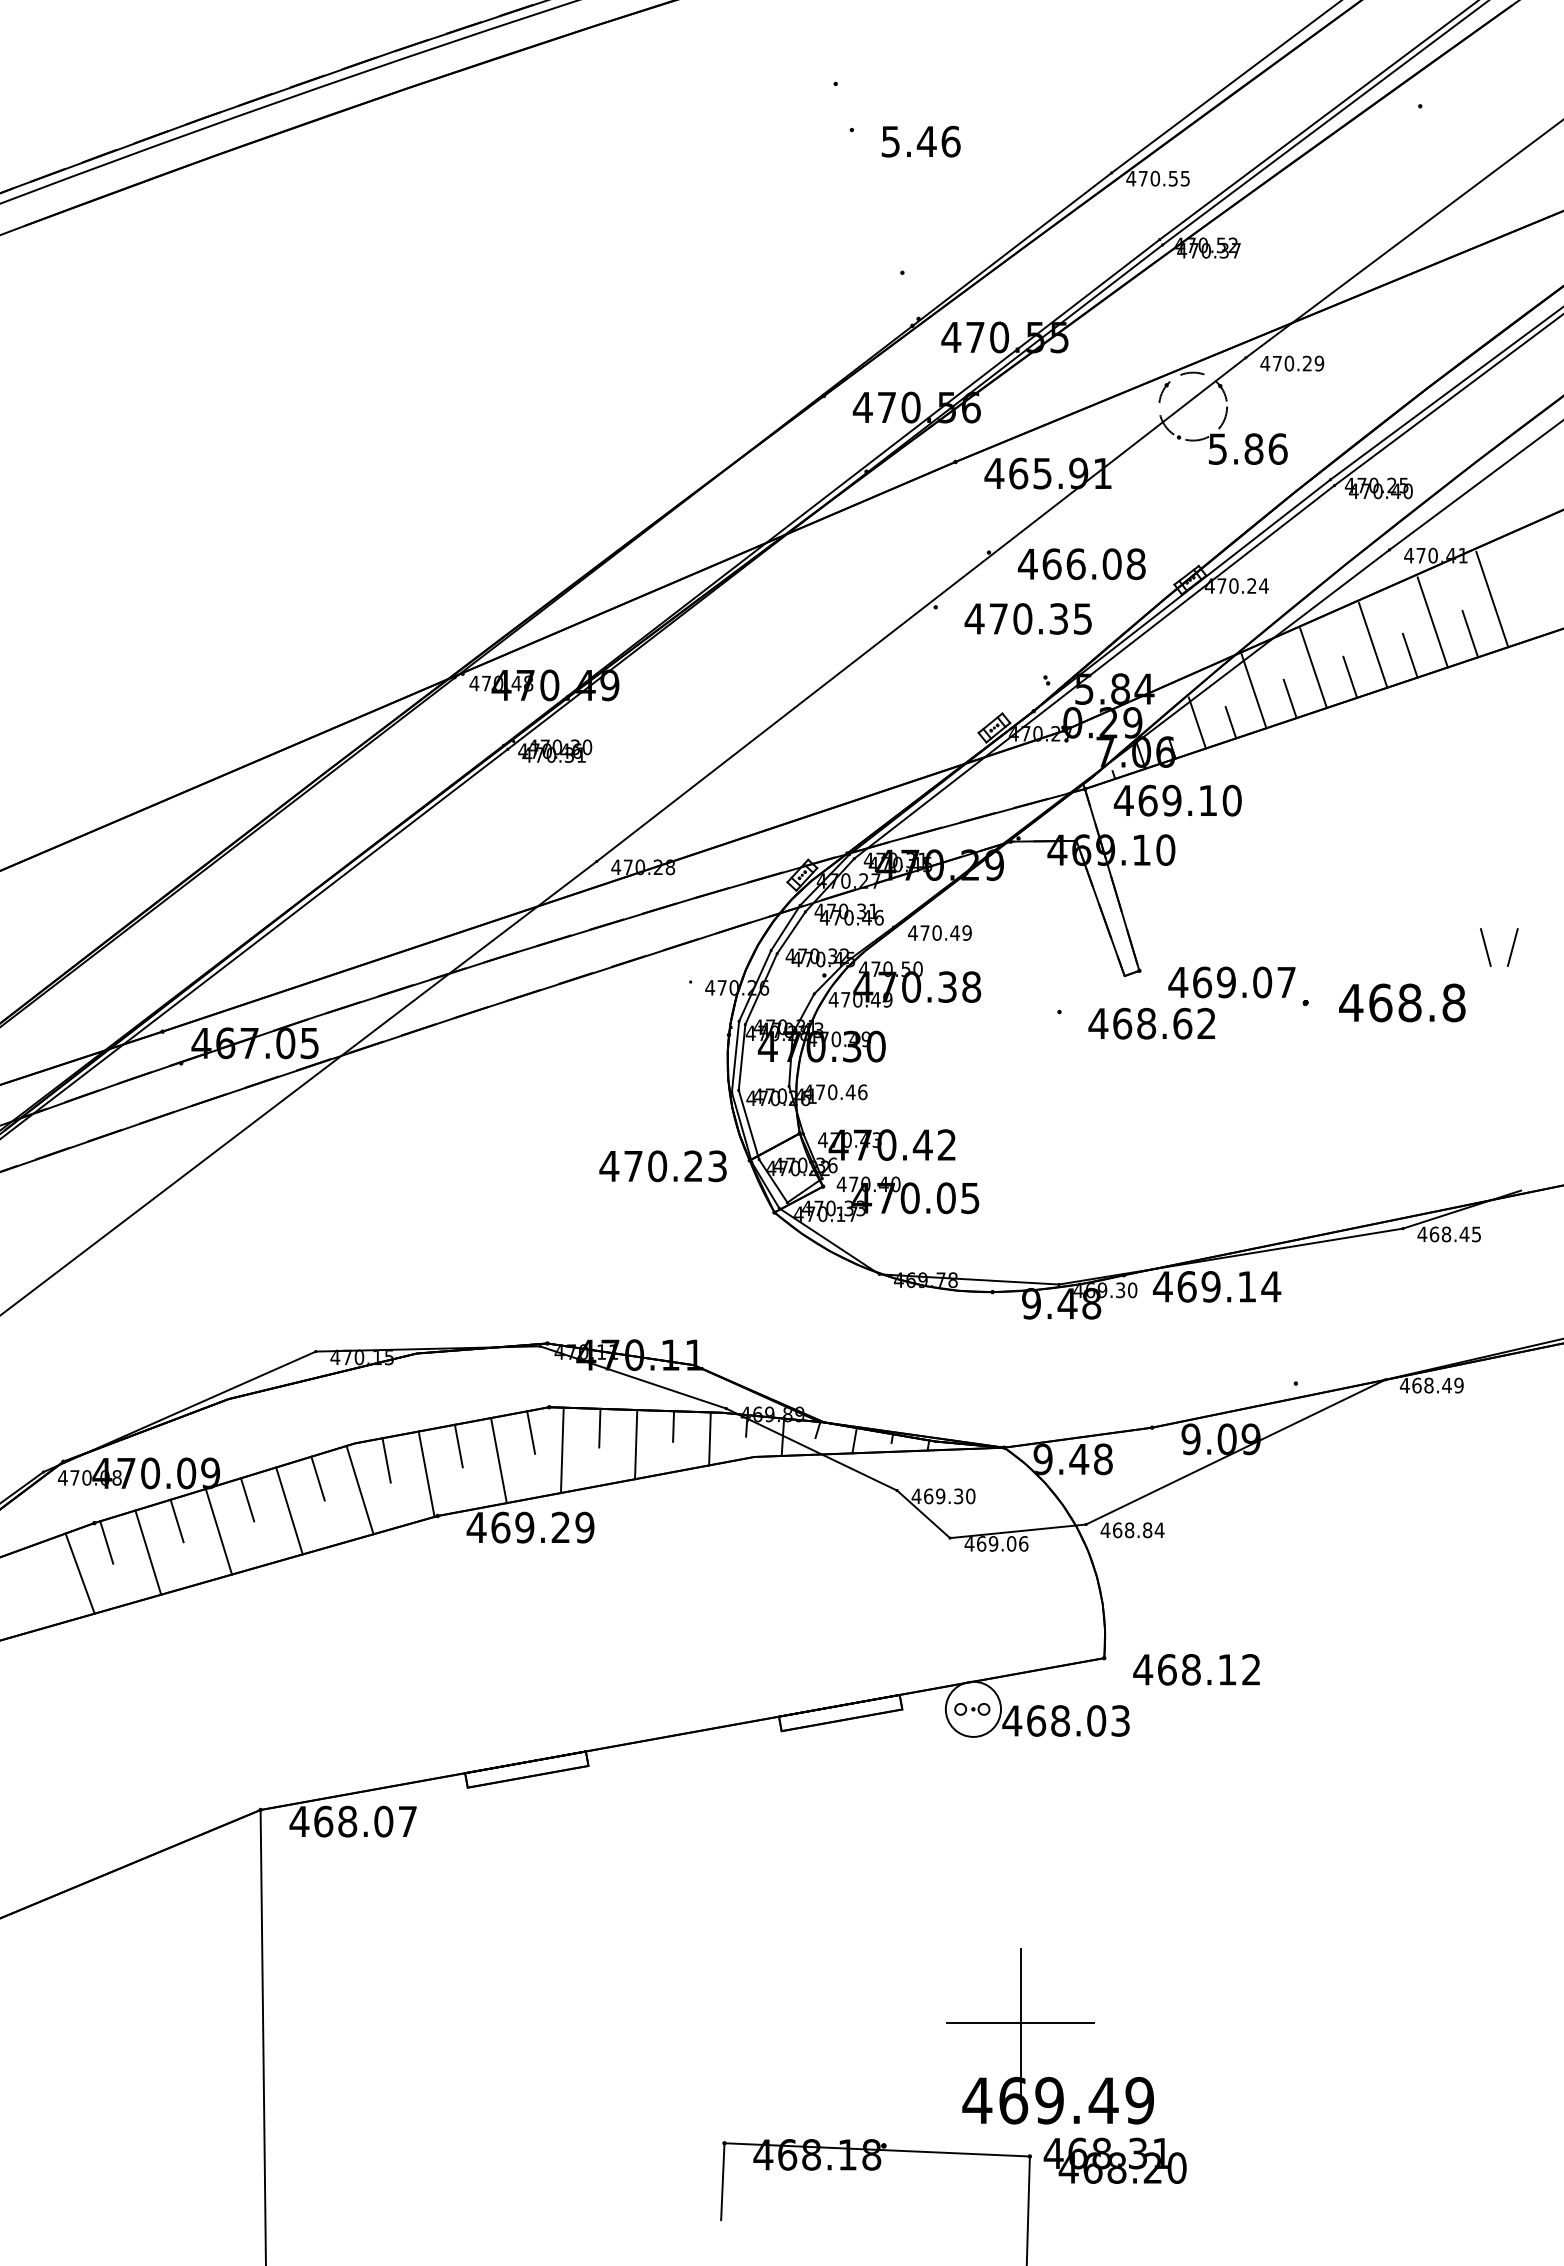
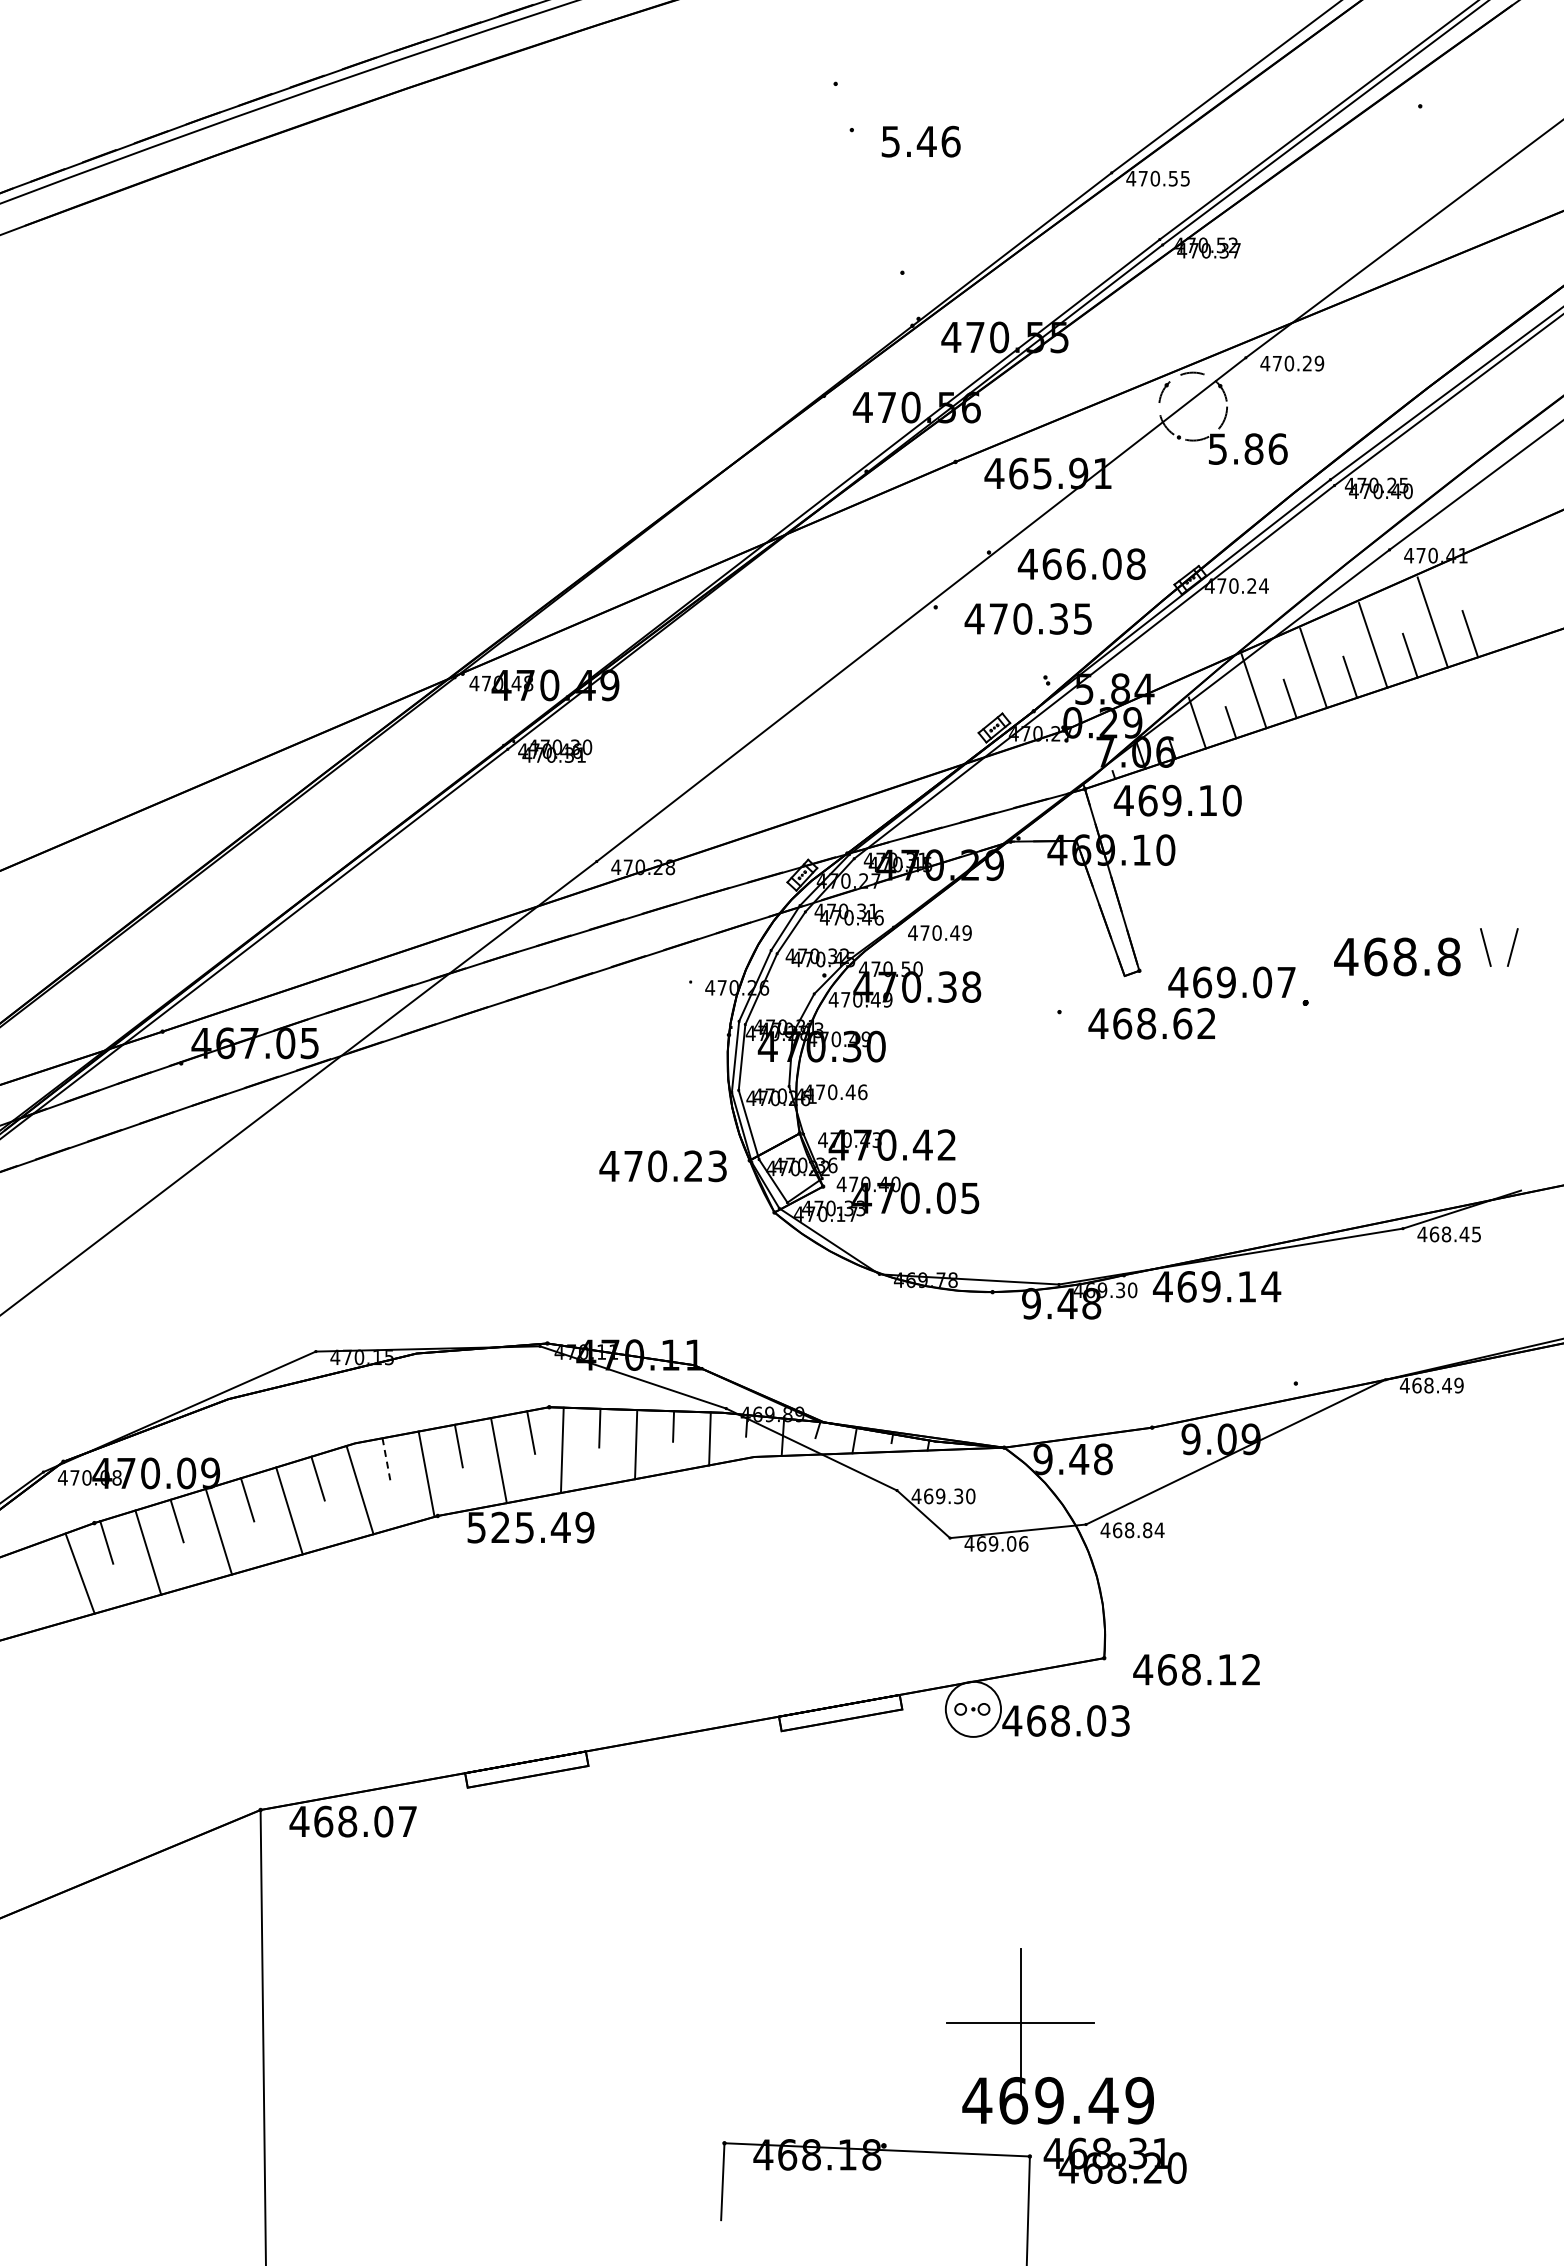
line at (1492, 599): present -> none
text at (1402, 1002) position: (1402, 1002) -> (1397, 956)
line at (386, 1460): solid -> dashed
text at (518, 1527): 469.29 -> 525.49
